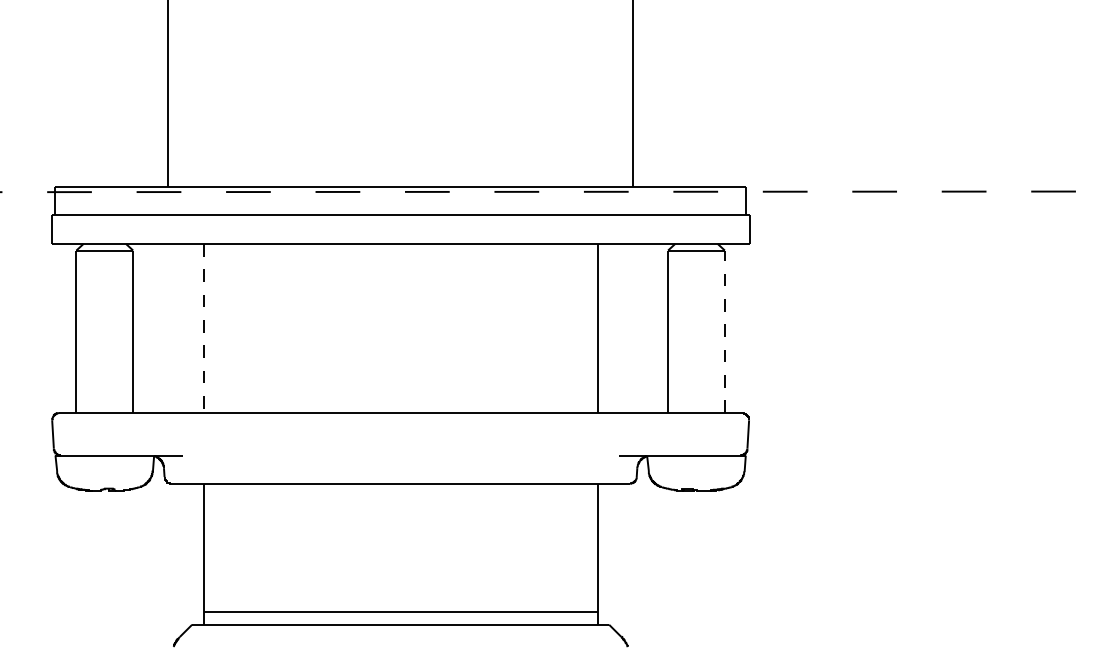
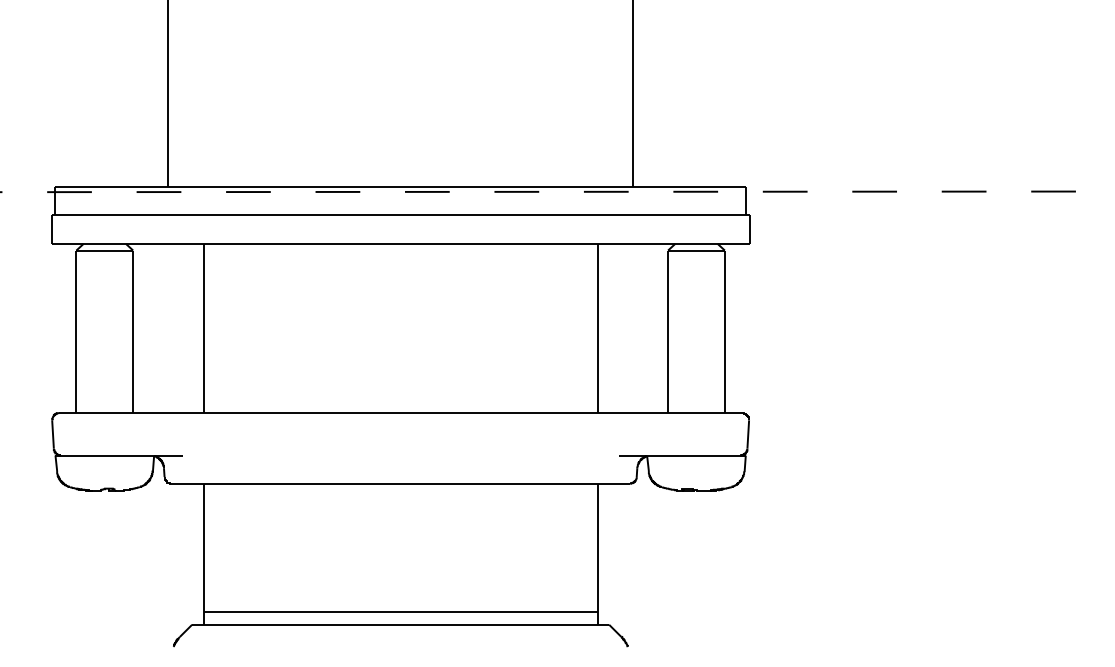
line at (203, 328): dashed -> solid
line at (724, 331): dashed -> solid
